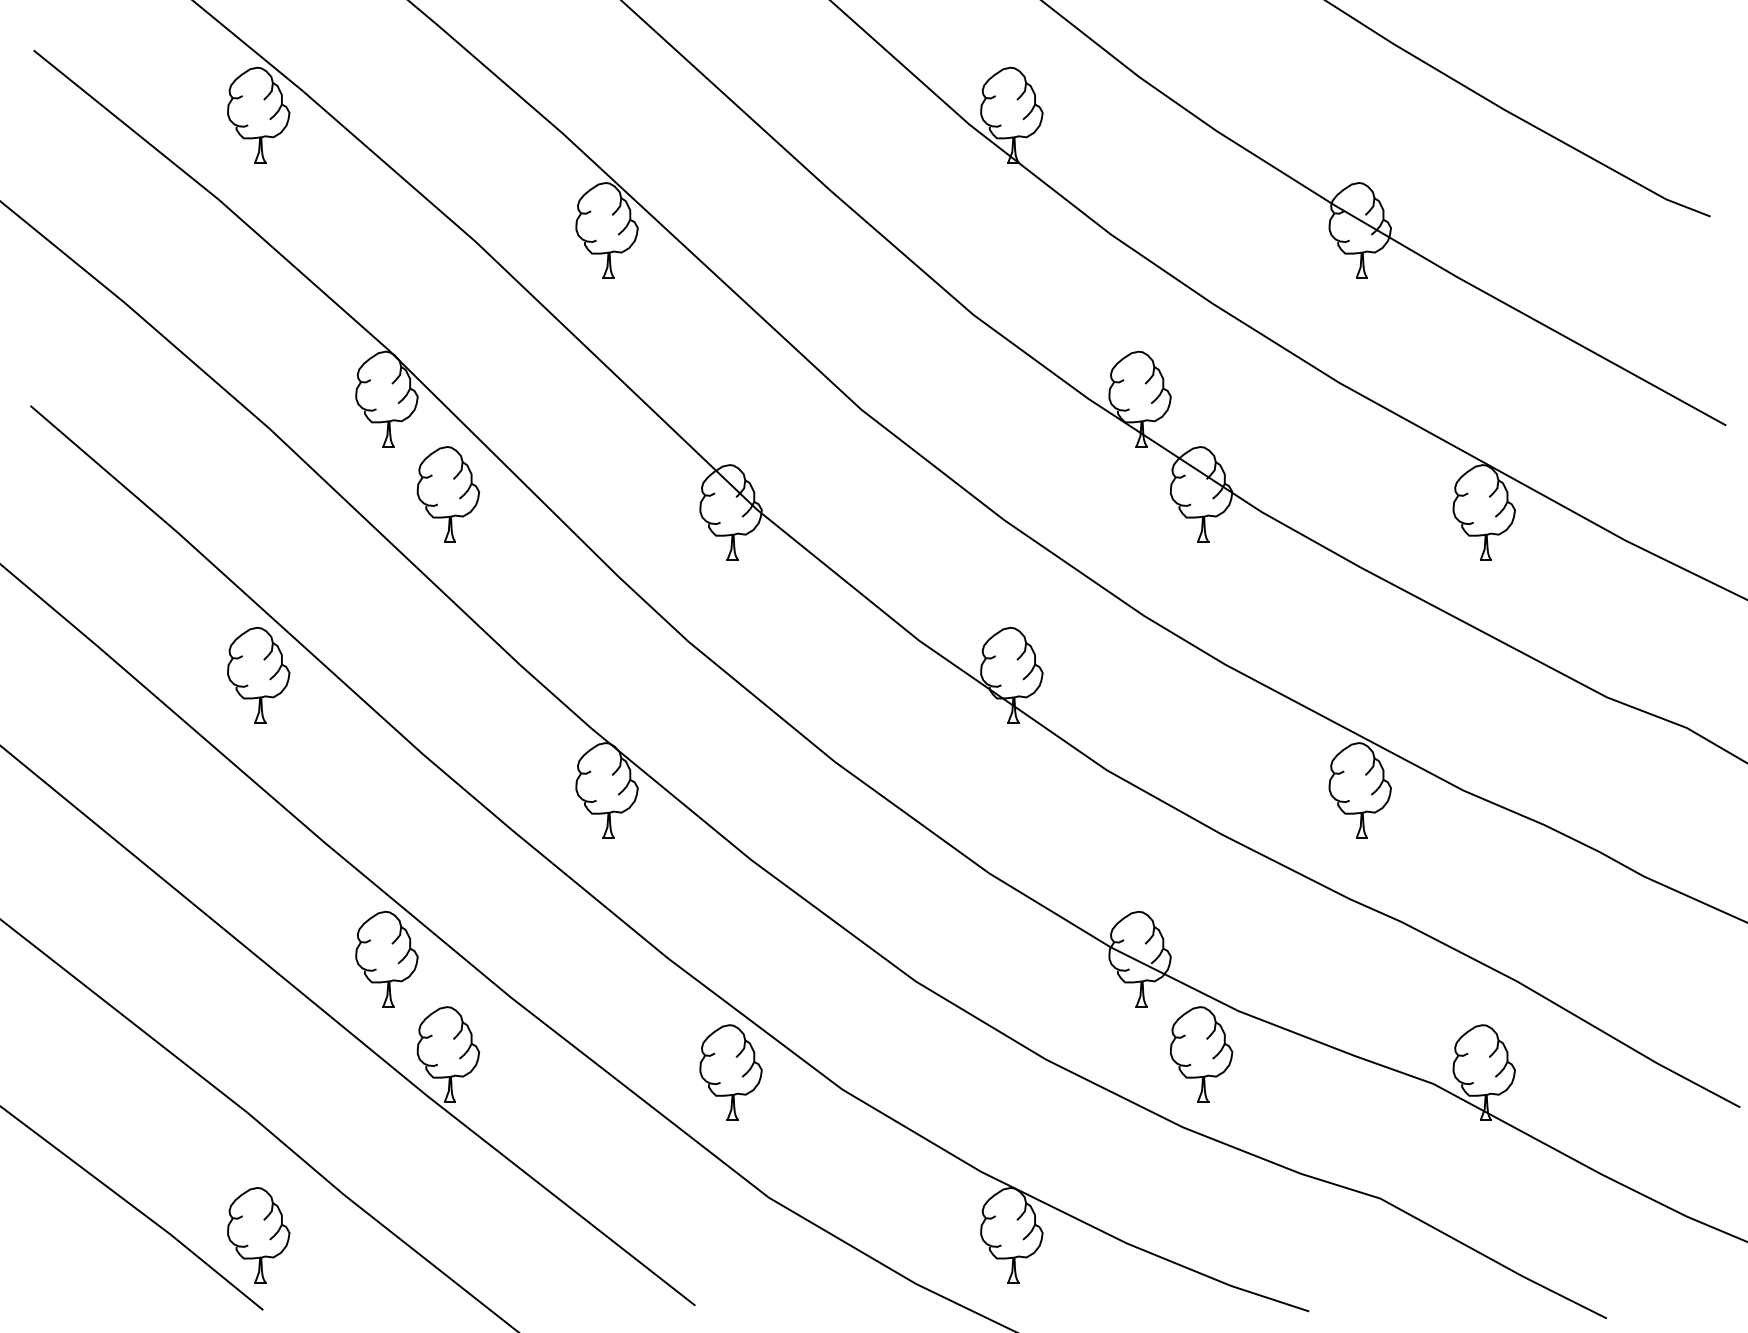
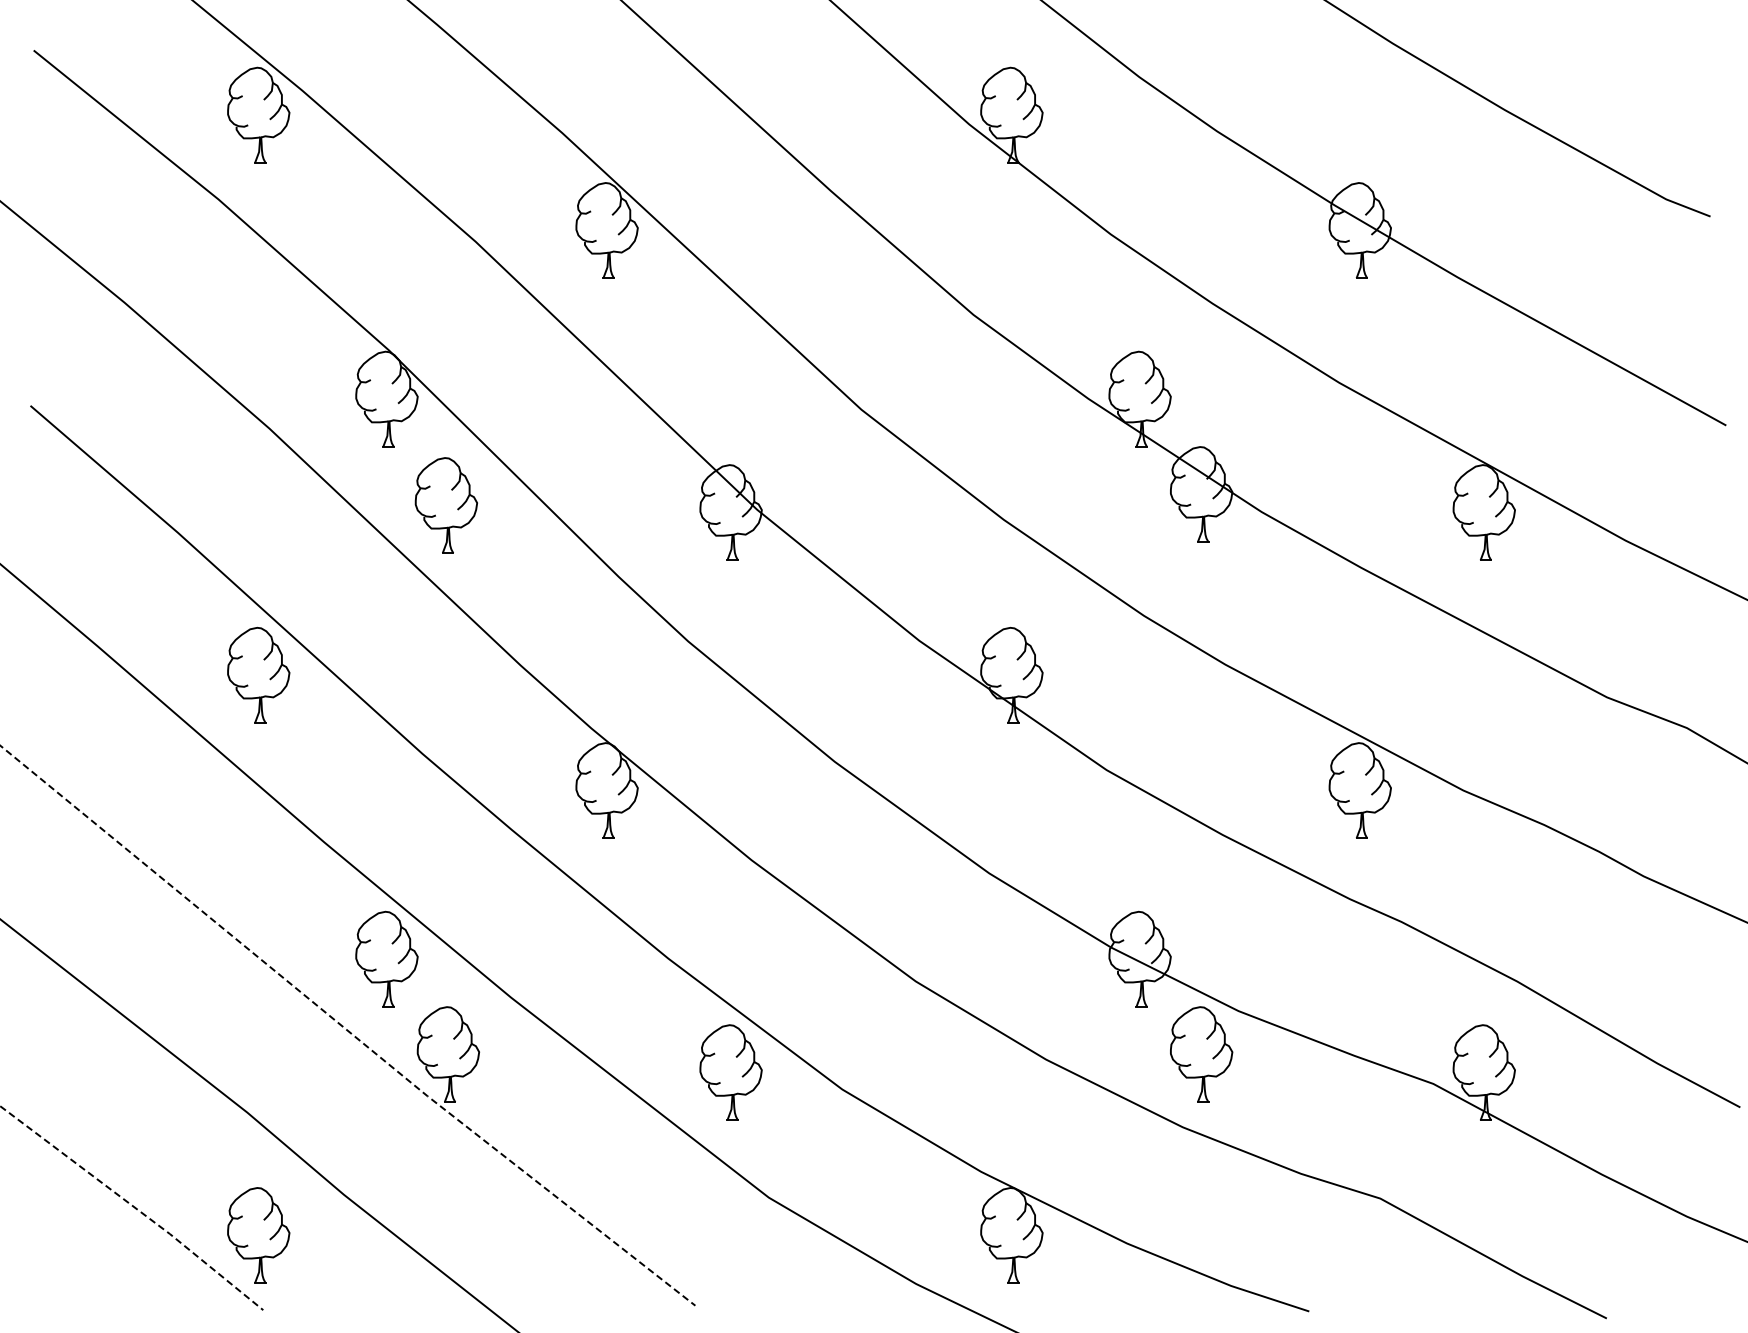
part at (447, 494) position: (447, 494) -> (445, 505)
line at (346, 1029): solid -> dashed
line at (134, 1207): solid -> dashed
